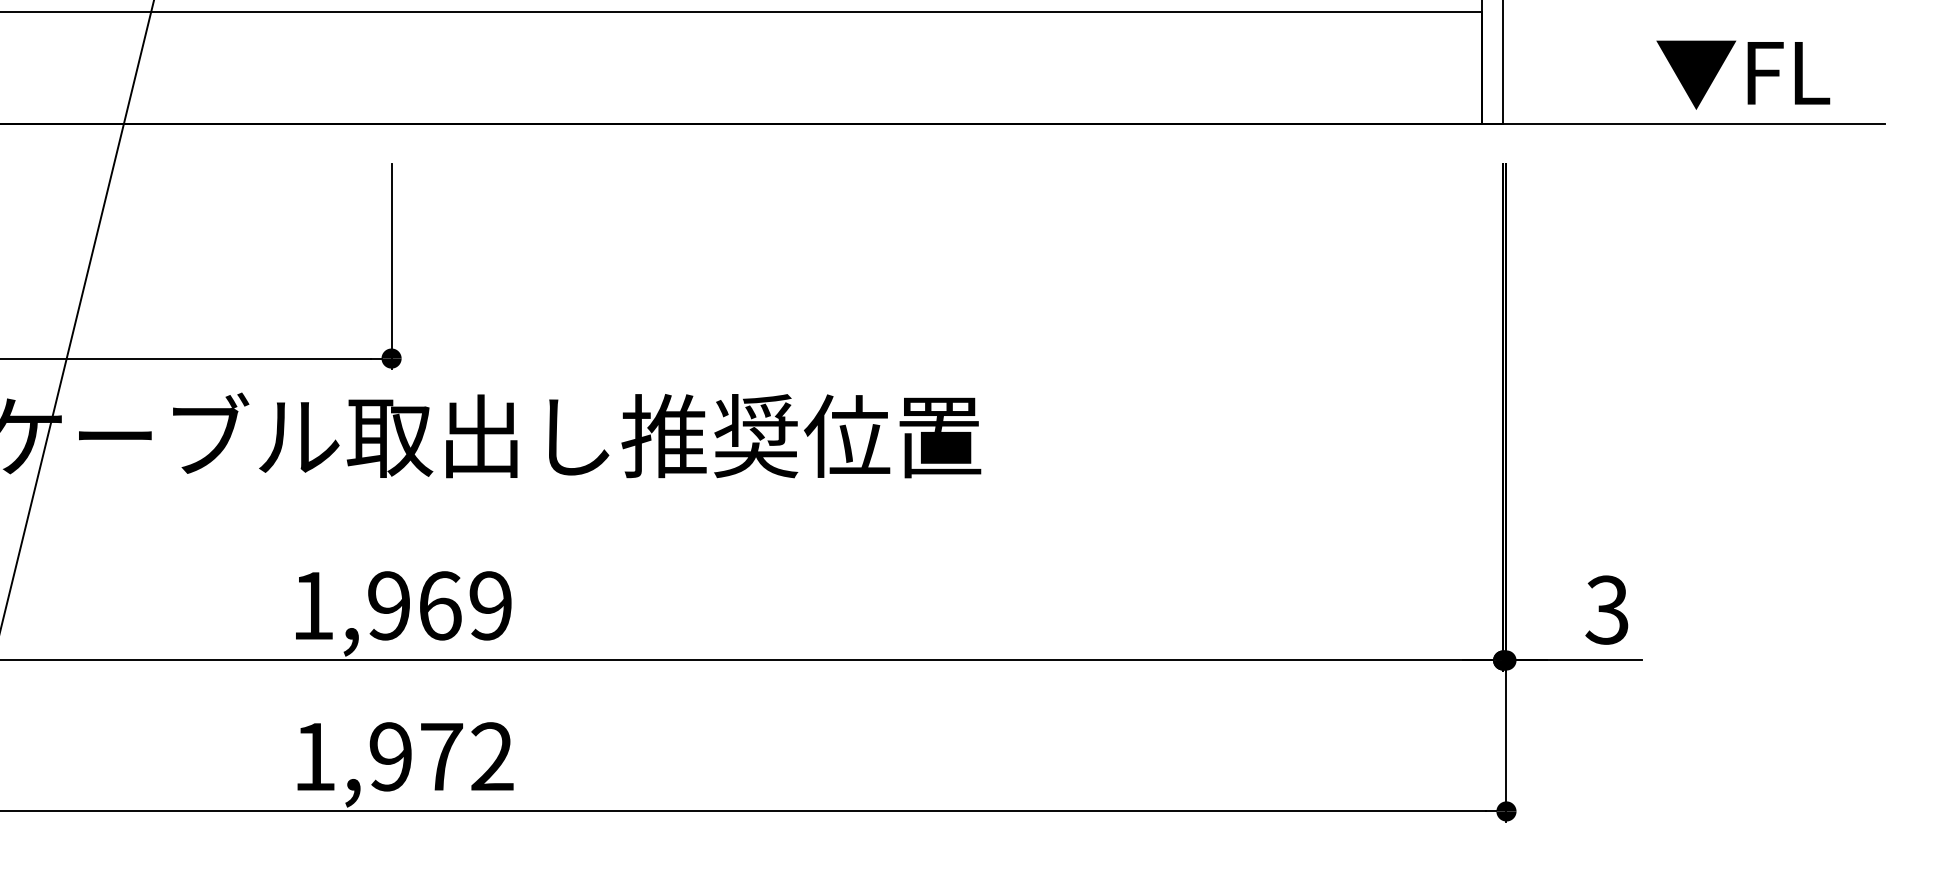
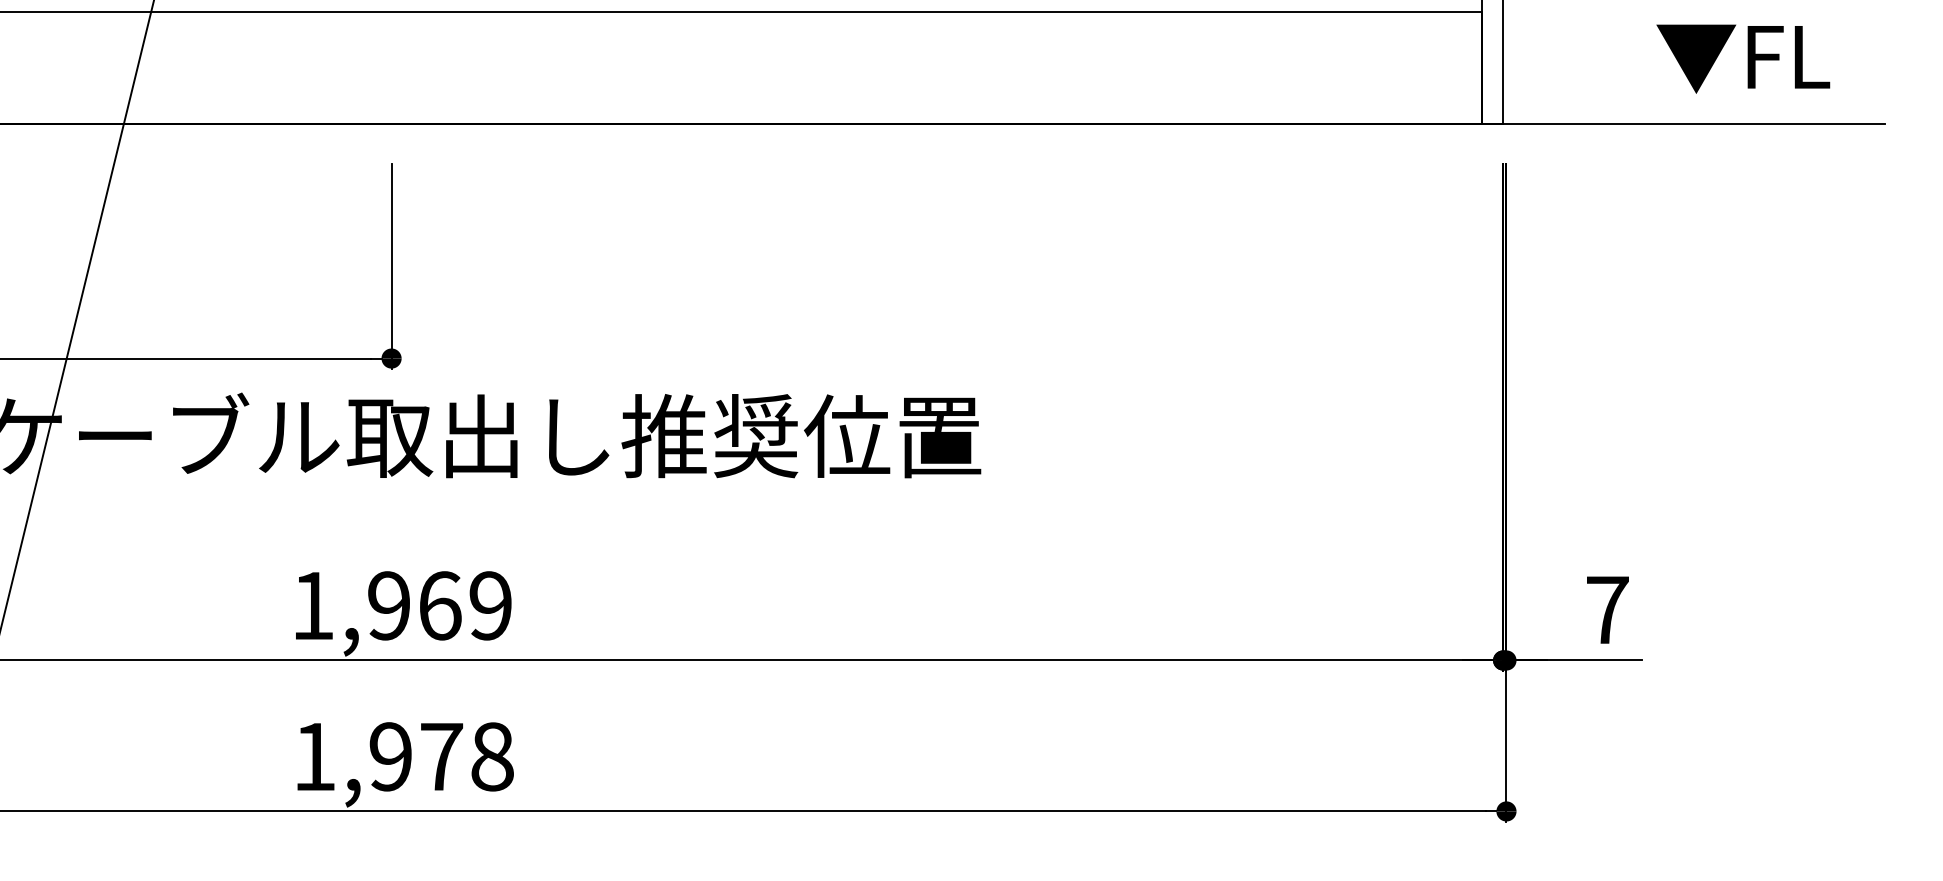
text at (1743, 74) position: (1743, 74) -> (1743, 58)
text at (1606, 609): 3 -> 7
text at (492, 756): 1,972 -> 1,978
